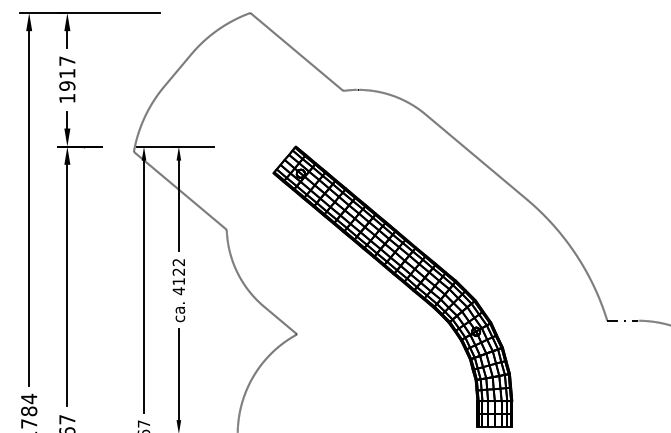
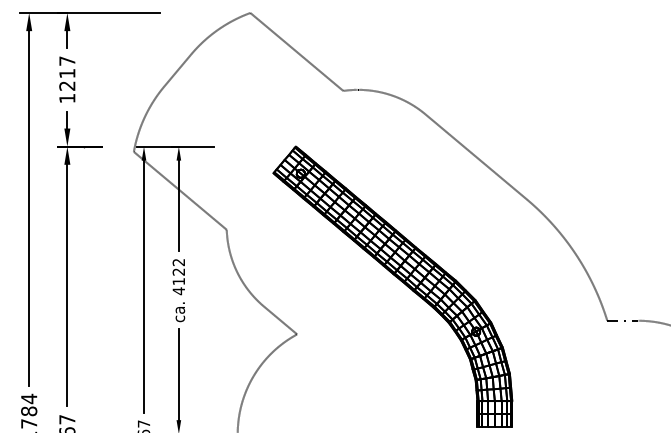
text at (67, 85): 1917 -> 1217
